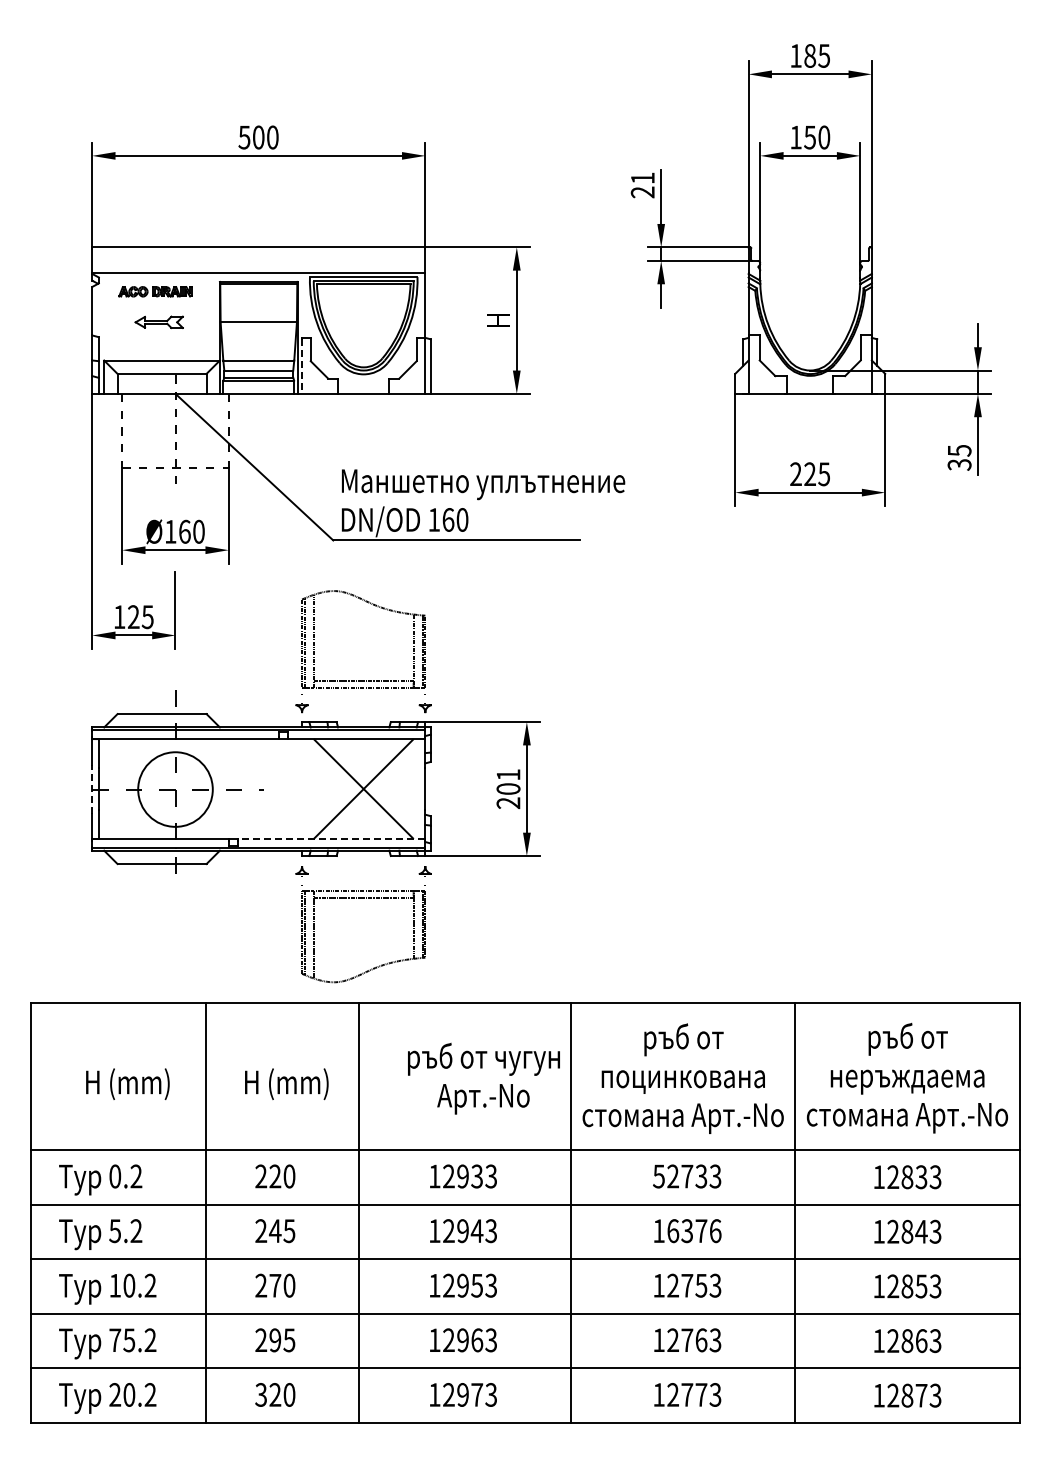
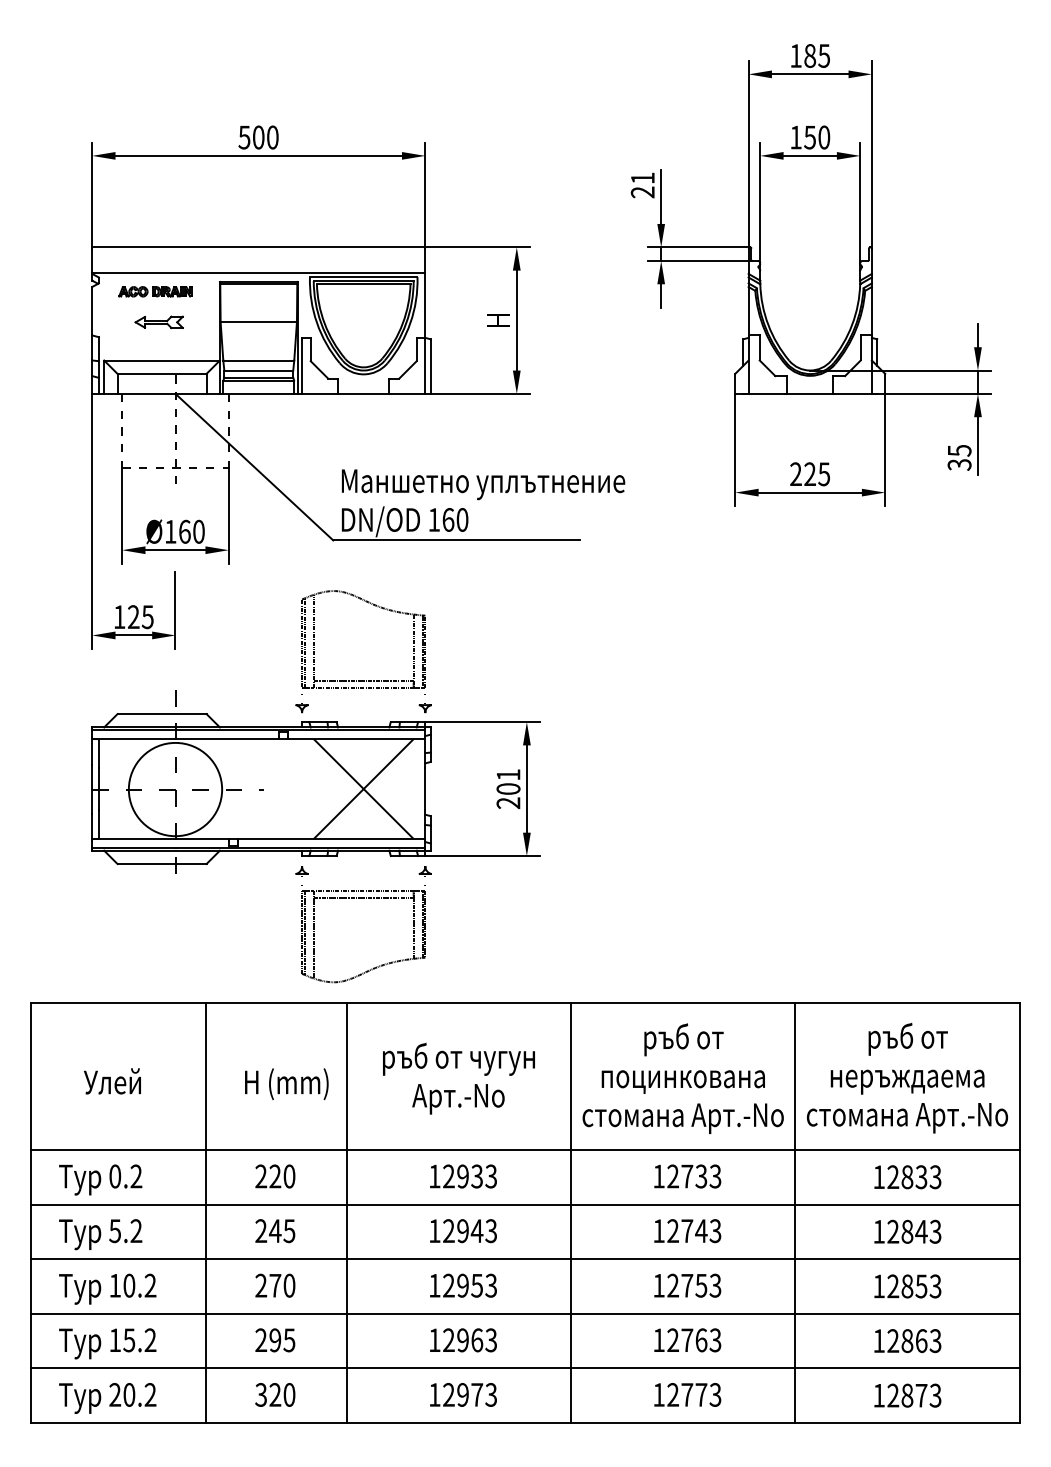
line at (302, 367): dashed -> solid
line at (92, 789): dashed -> solid
circle at (175, 789) diameter: 75 px -> 93 px
line at (331, 839): dashed -> solid
text at (483, 1078) position: (483, 1078) -> (458, 1078)
text at (126, 1084): H (mm) -> Улей
text at (658, 1176): 52733 -> 12733
line at (358, 1212) position: (358, 1212) -> (346, 1212)
text at (694, 1231): 16376 -> 12743
text at (115, 1339): 75.2 -> 15.2
